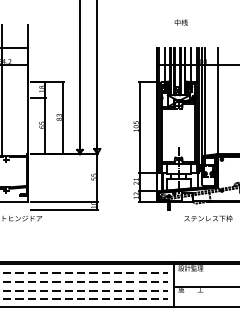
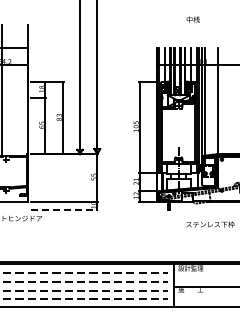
text at (180, 22) position: (180, 22) -> (192, 19)
line at (64, 210): solid -> dashed
text at (208, 218) position: (208, 218) -> (210, 224)
